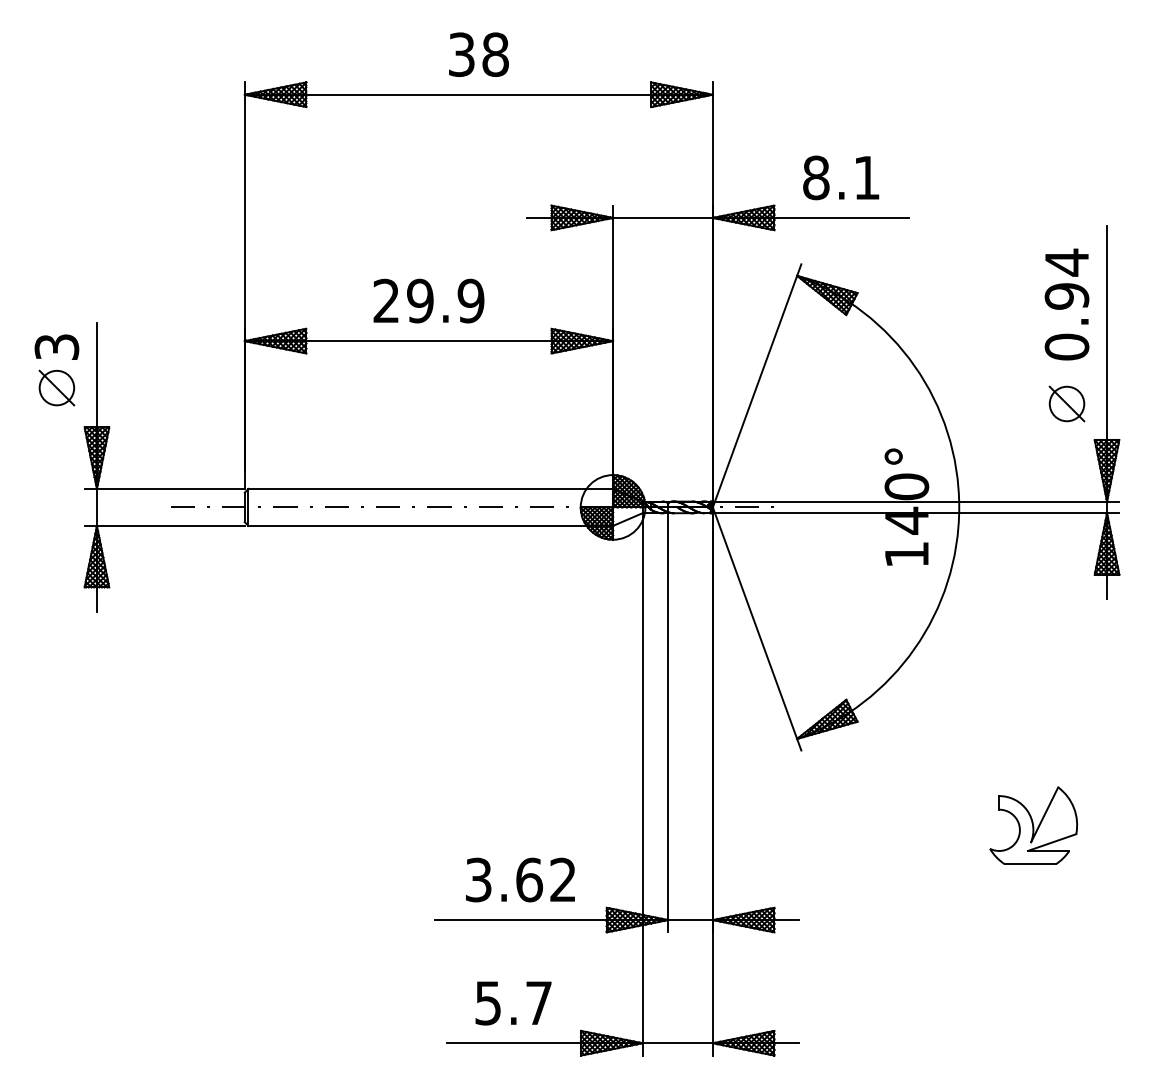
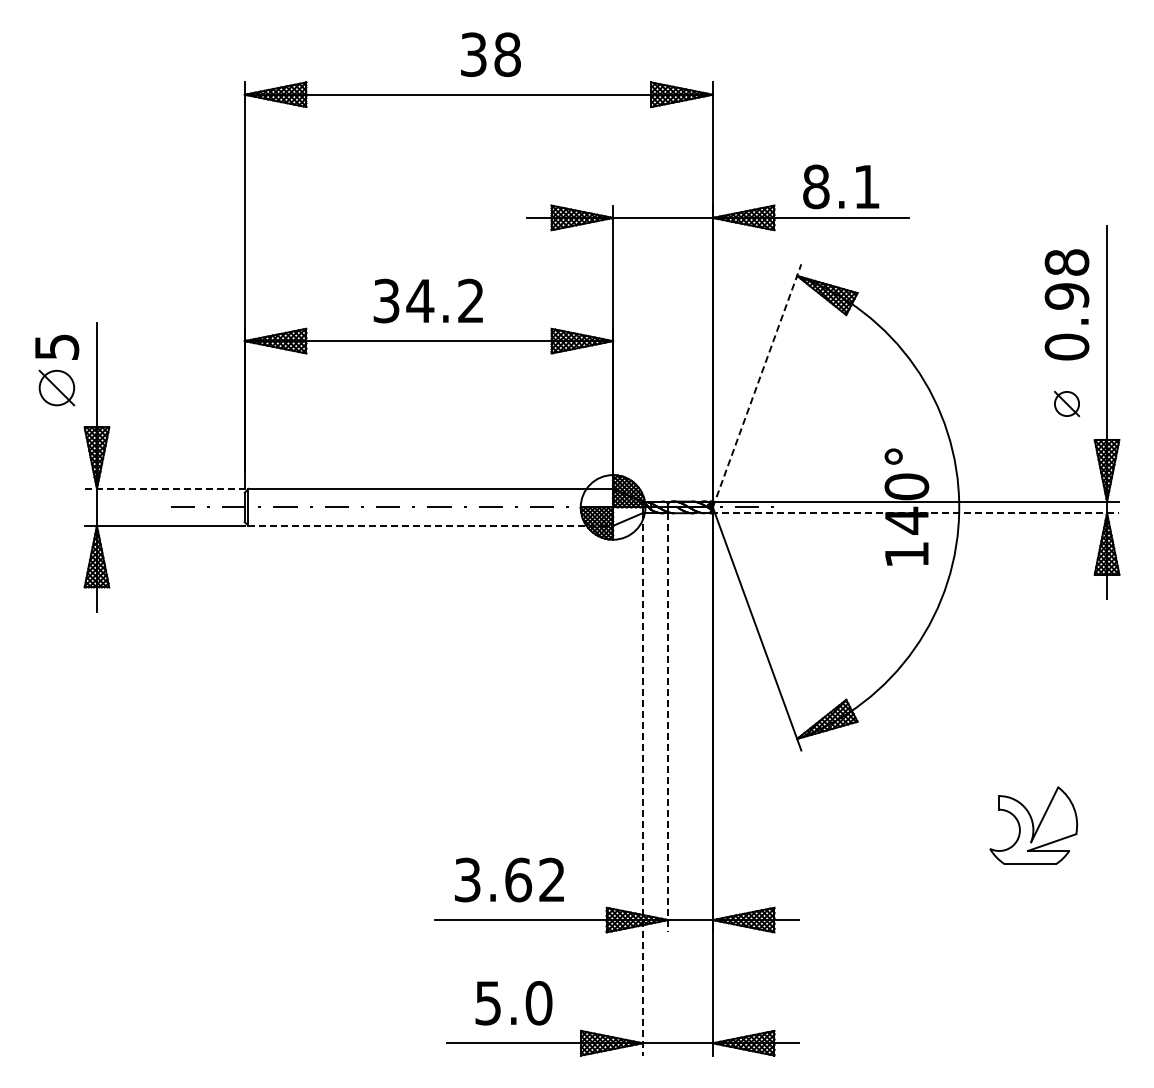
text at (478, 54) position: (478, 54) -> (490, 54)
text at (841, 177) position: (841, 177) -> (841, 186)
text at (1066, 262): 0.94 -> 0.98
text at (428, 300): 29.9 -> 34.2
text at (56, 346): 3 -> 5
line at (757, 385): solid -> dashed
part at (1066, 403) size: 38x38 px -> 27x27 px
line at (165, 488): solid -> dashed
line at (915, 513): solid -> dashed
line at (431, 525): solid -> dashed
line at (668, 722): solid -> dashed
line at (642, 784): solid -> dashed
text at (520, 879) position: (520, 879) -> (509, 879)
text at (538, 1003): 5.7 -> 5.0
